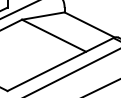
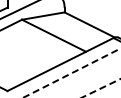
line at (71, 73): solid -> dashed
line at (100, 88): solid -> dashed
